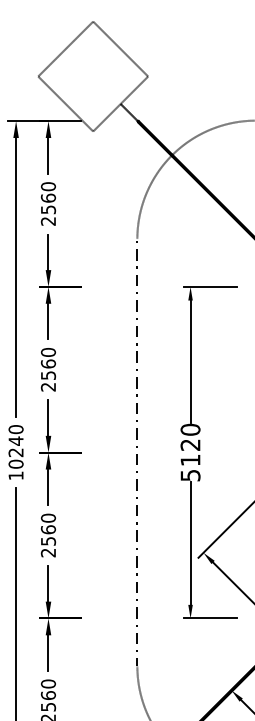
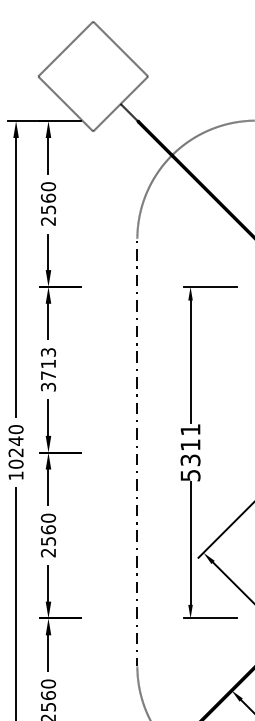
text at (48, 369): 2560 -> 3713
text at (190, 444): 5120 -> 5311
